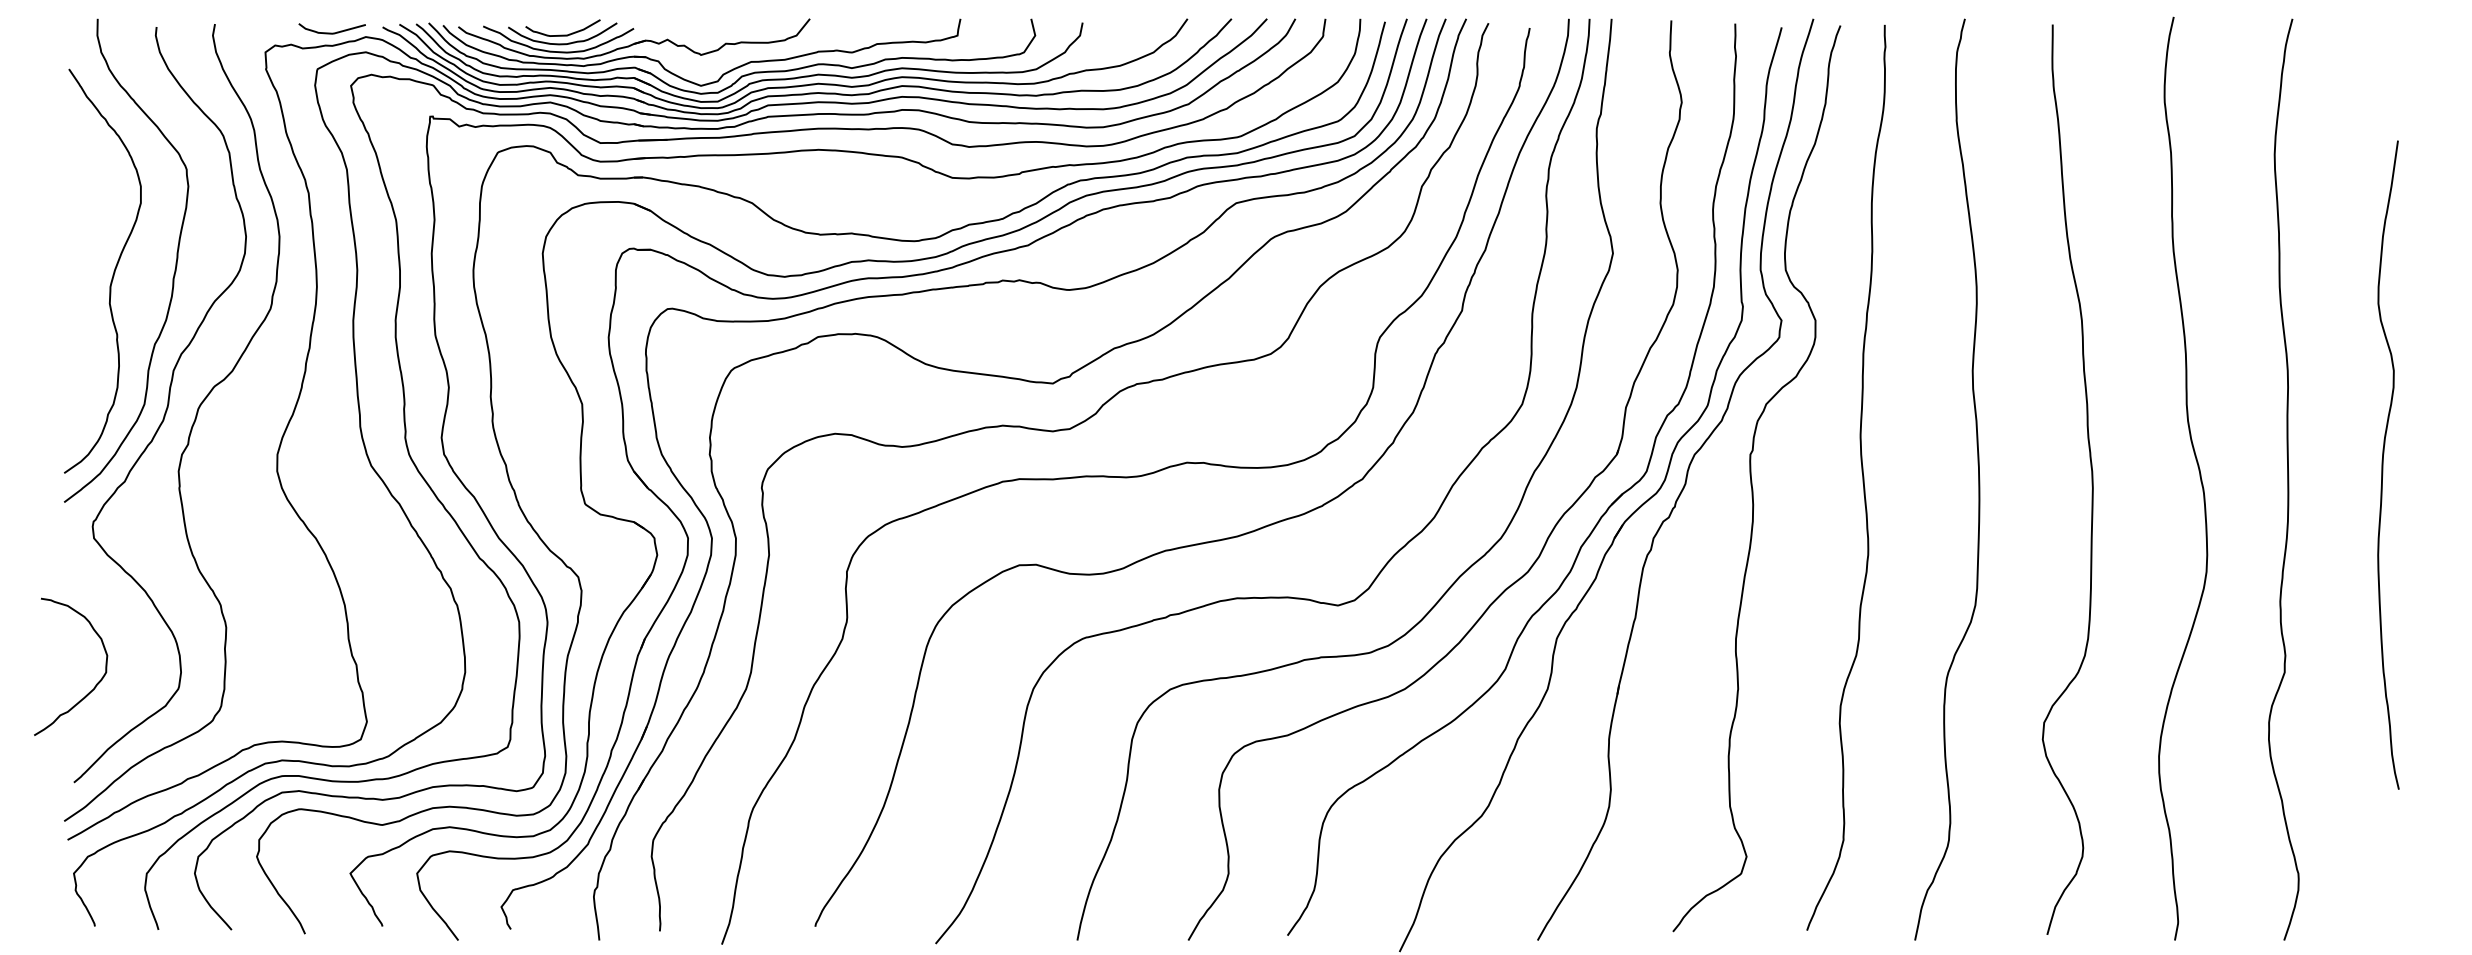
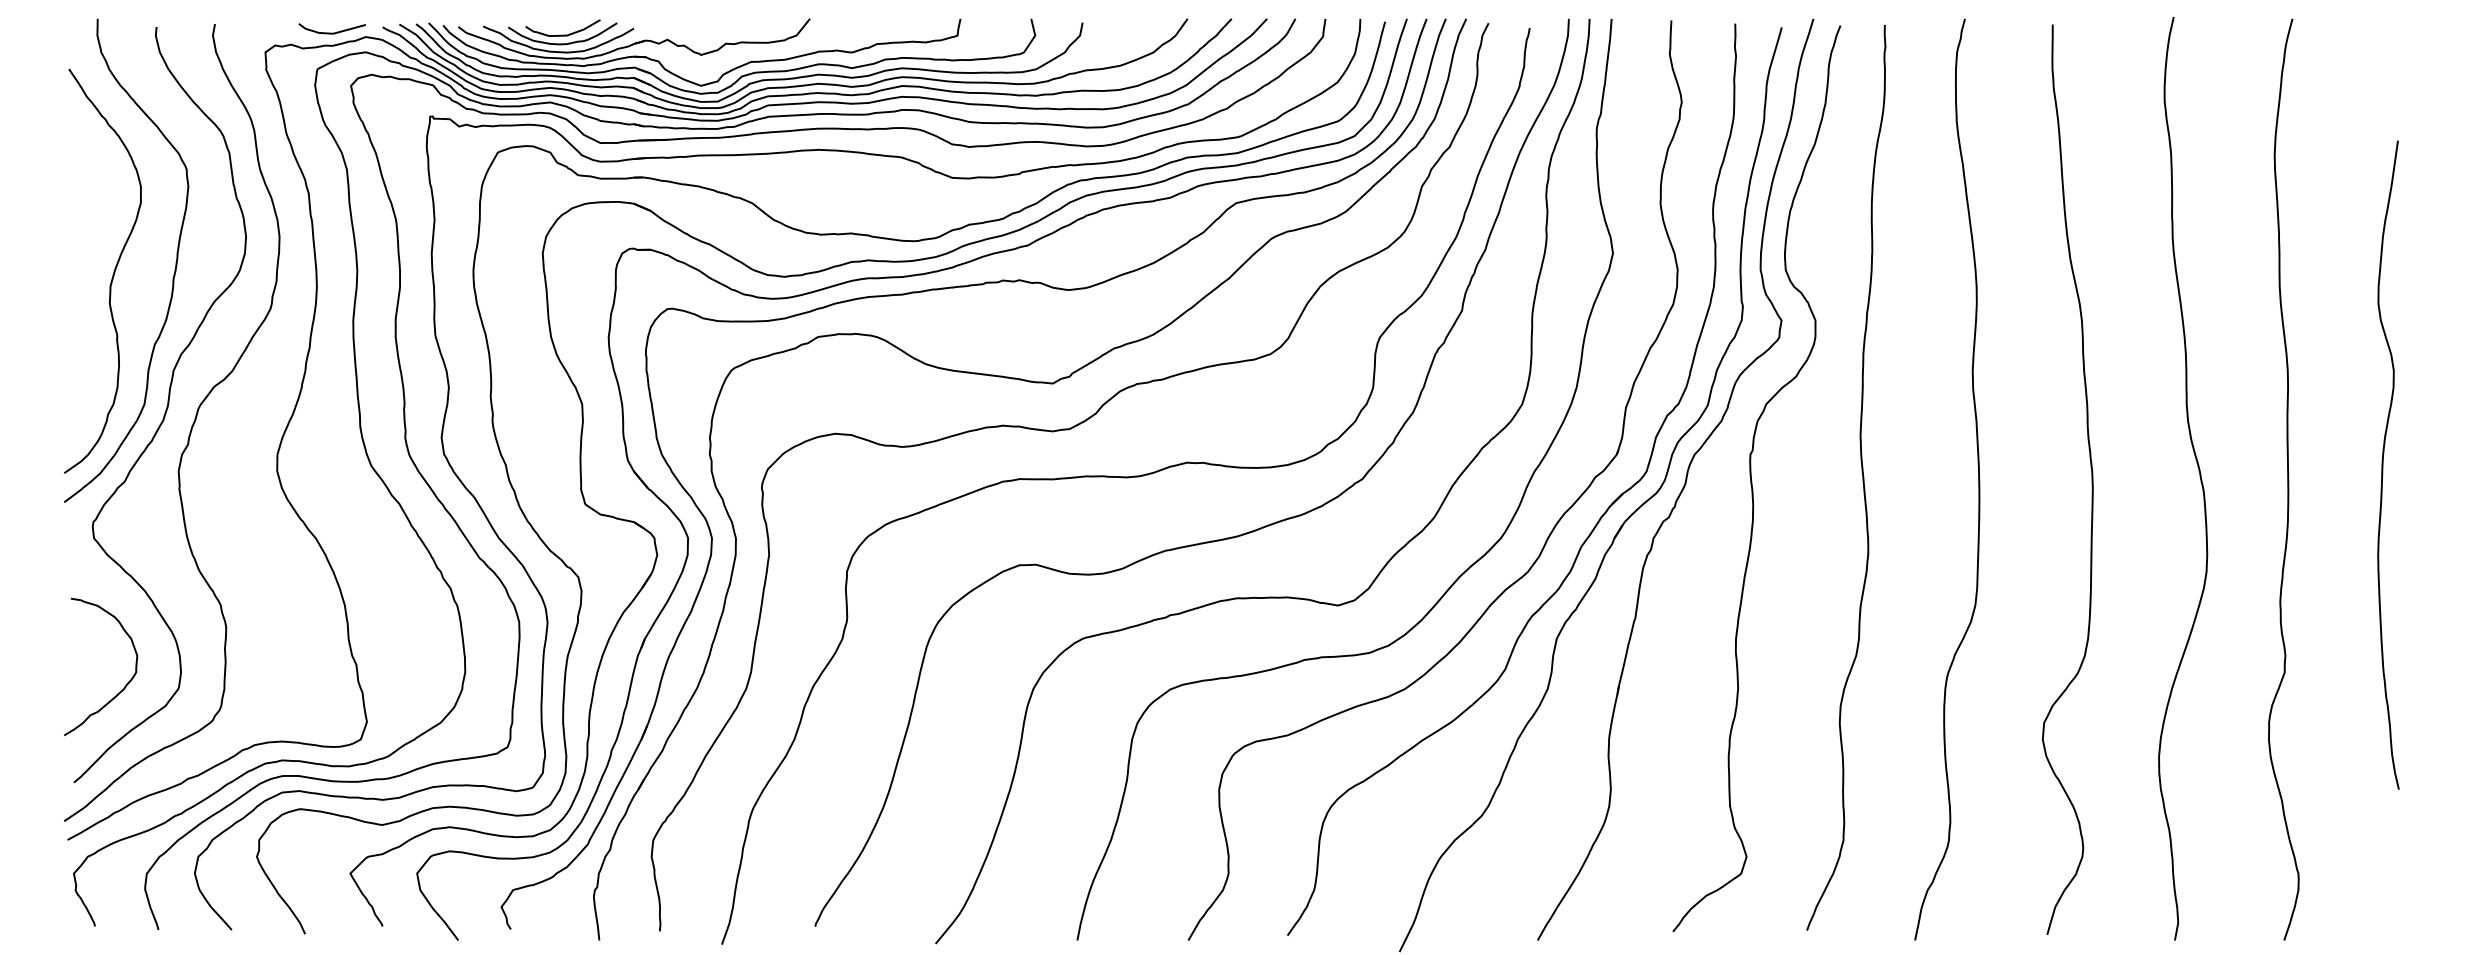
curve at (96, 683) position: (96, 683) -> (126, 683)
